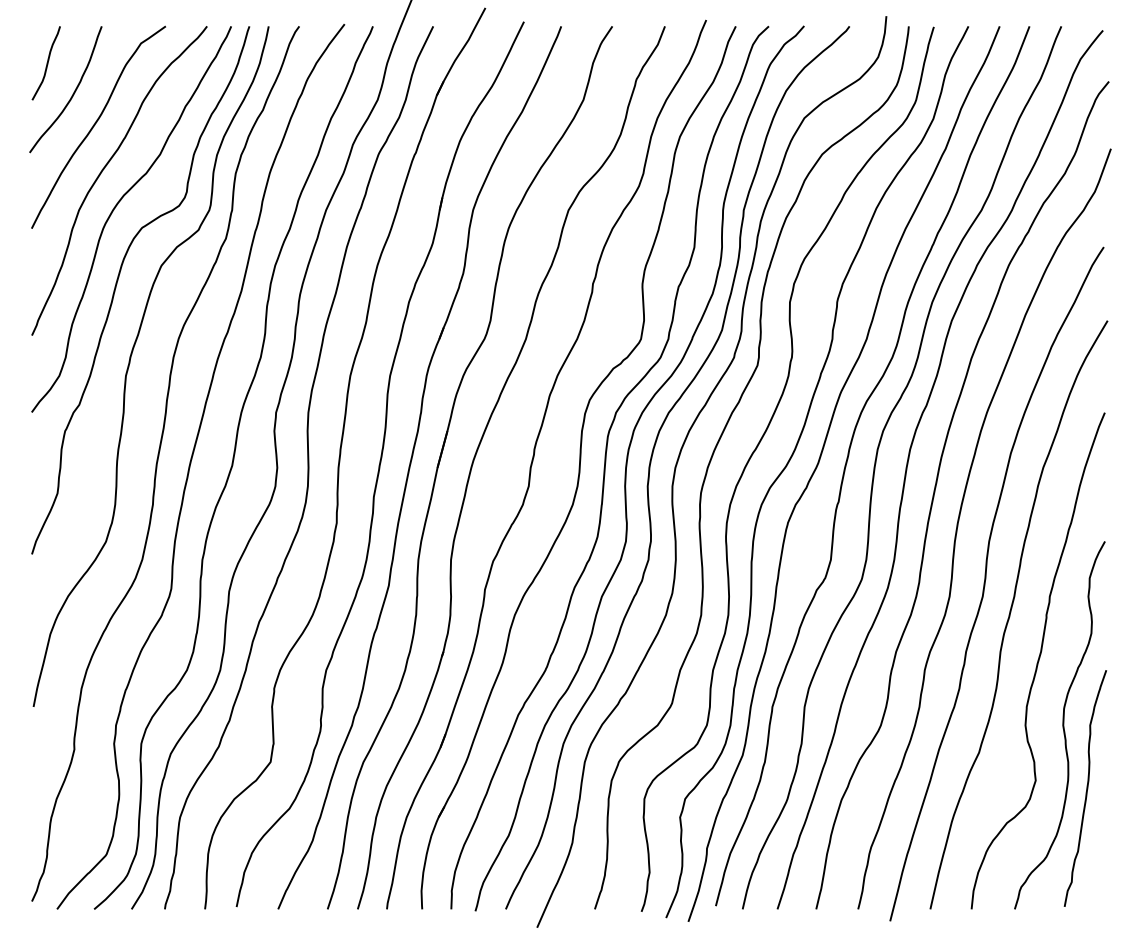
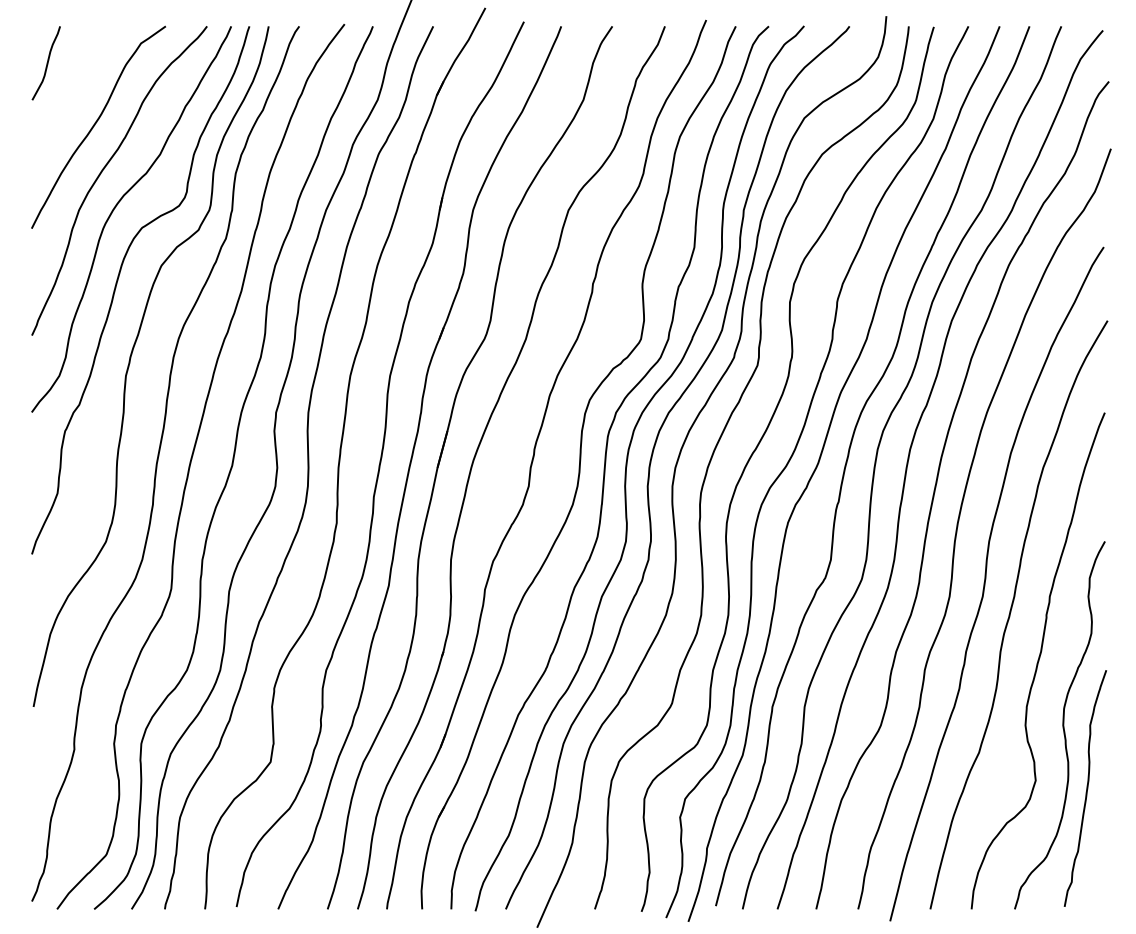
curve at (71, 95): present -> none
